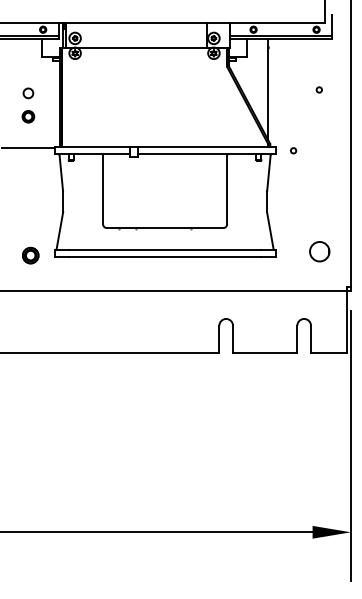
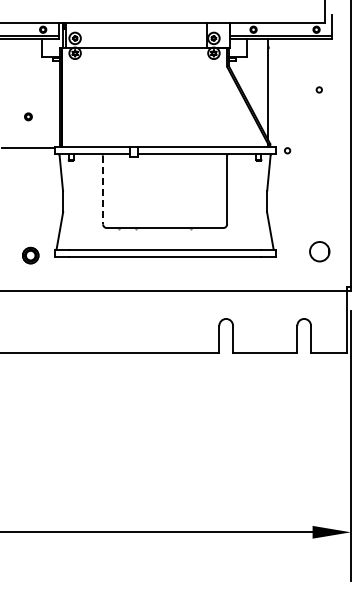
circle at (28, 93): present -> none
part at (28, 116) size: 15x14 px -> 9x10 px
circle at (293, 150) position: (293, 150) -> (287, 150)
line at (103, 190): solid -> dashed
